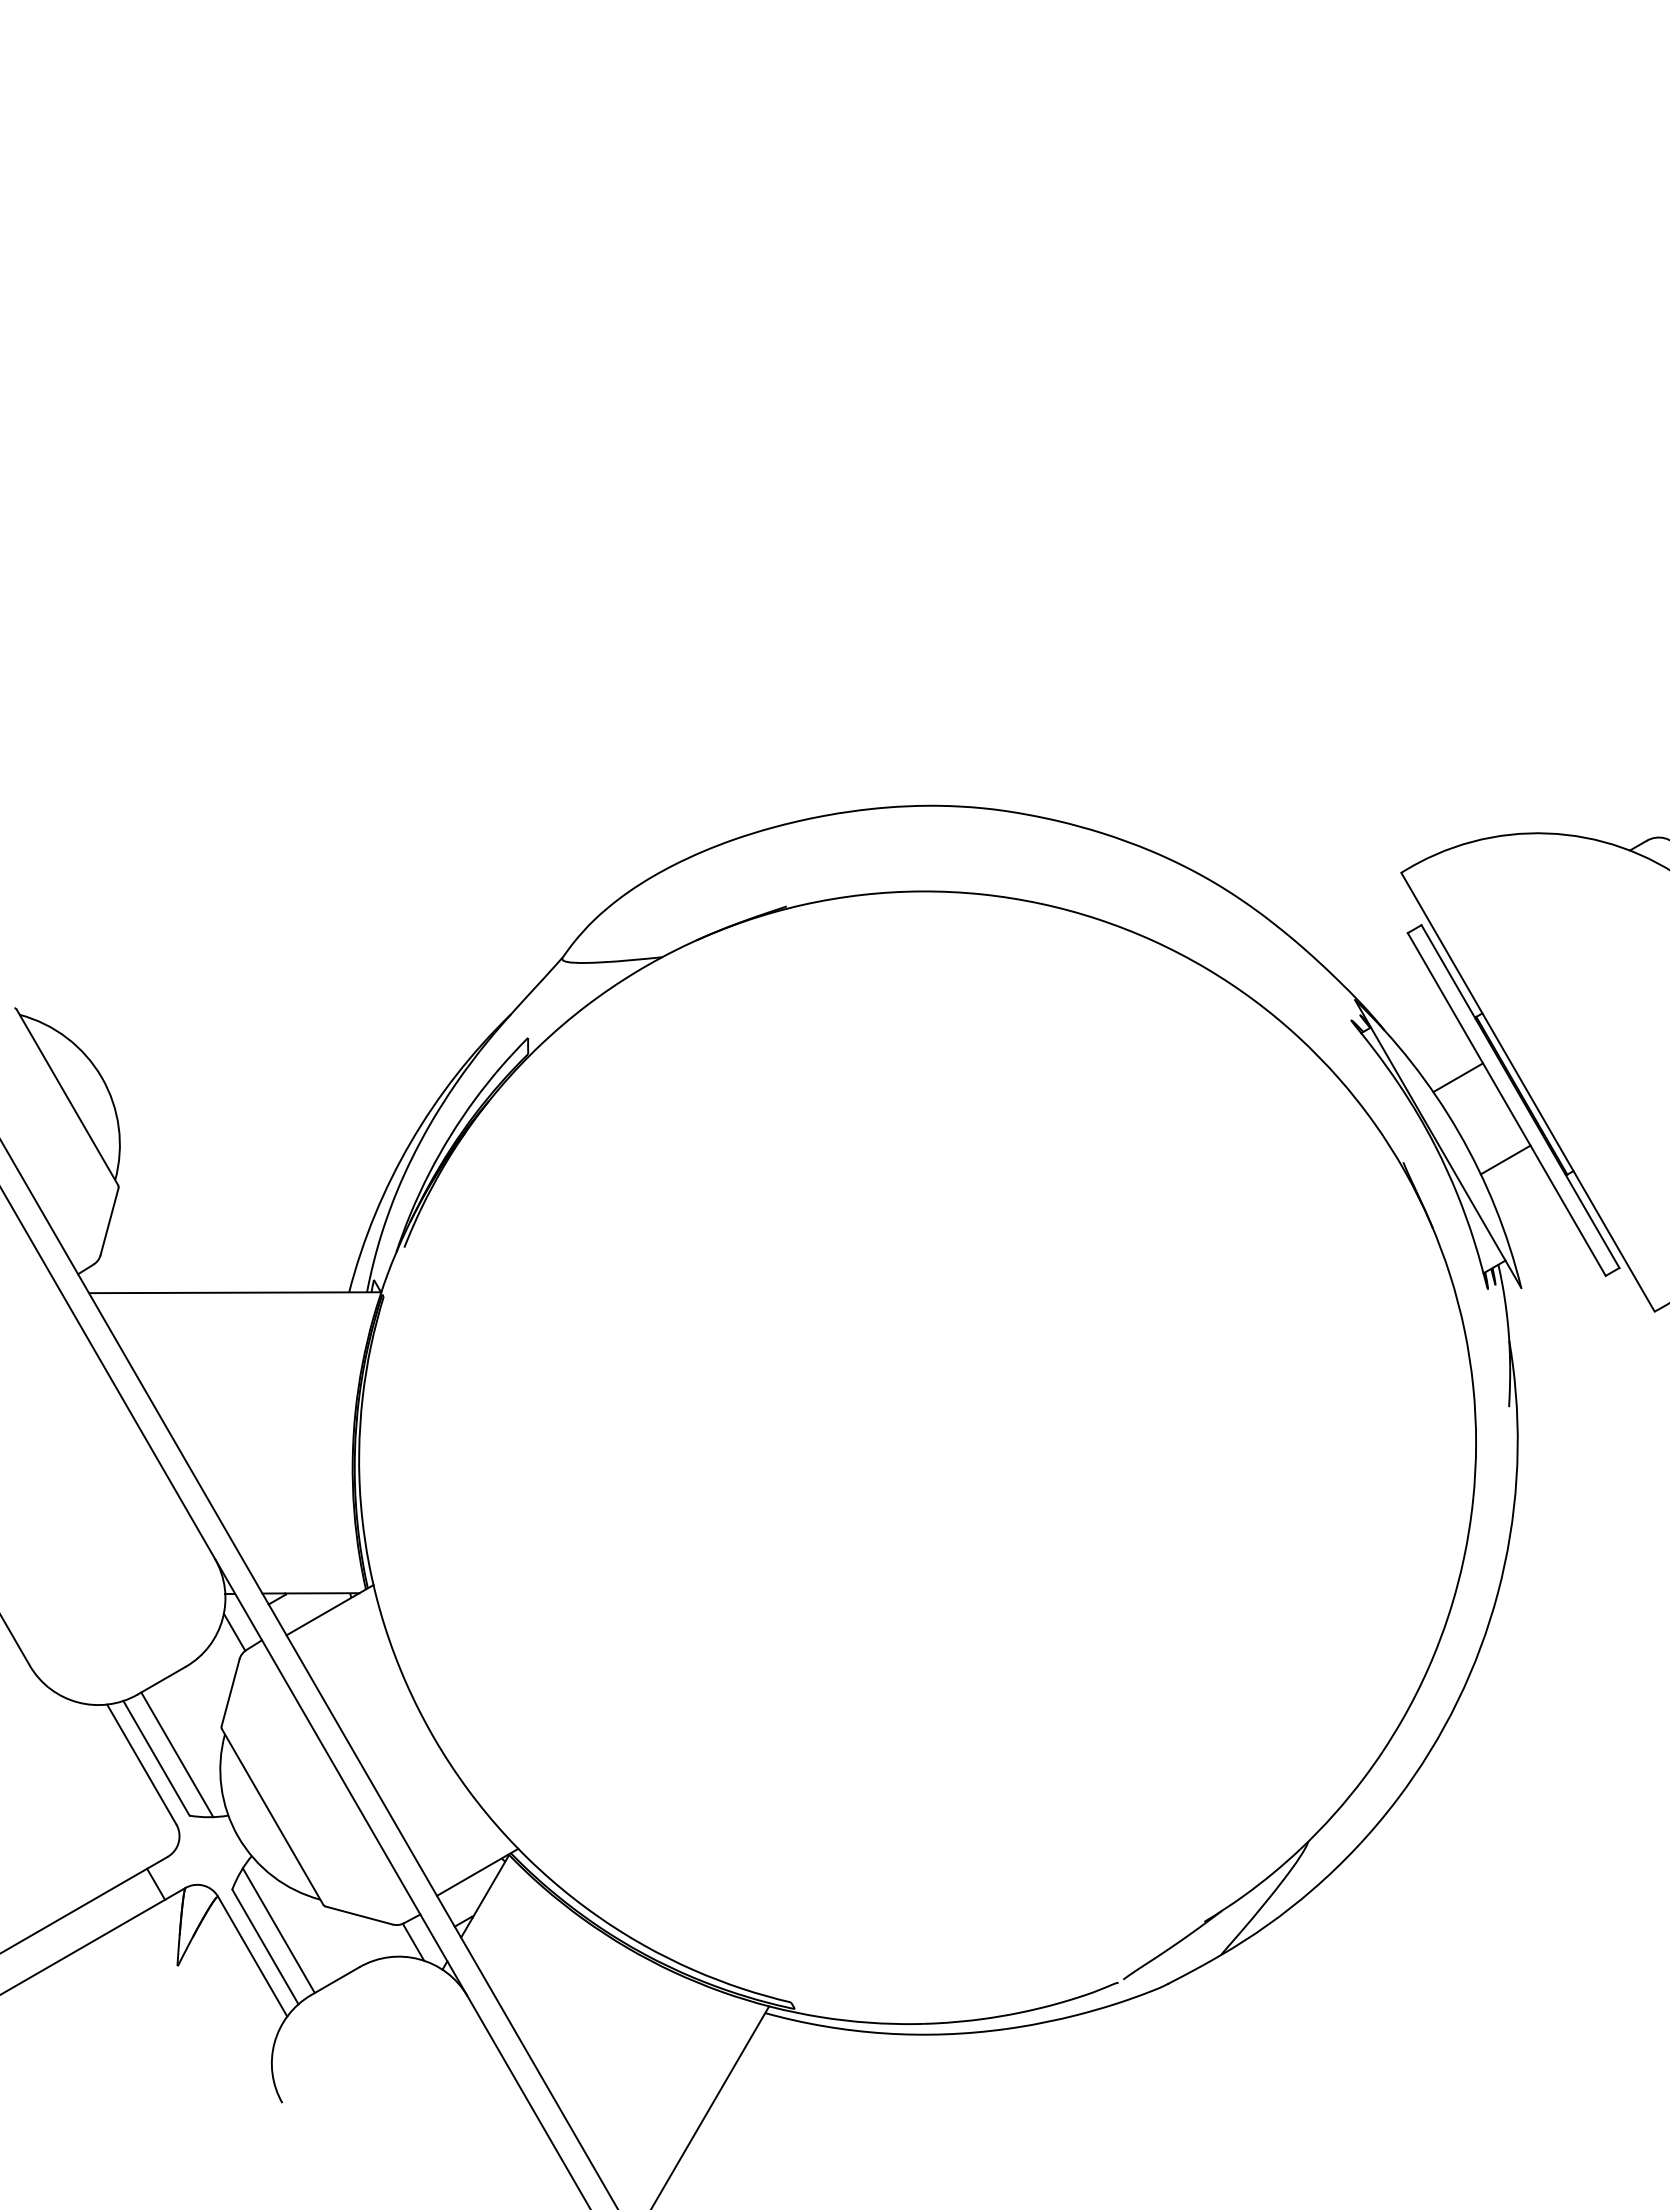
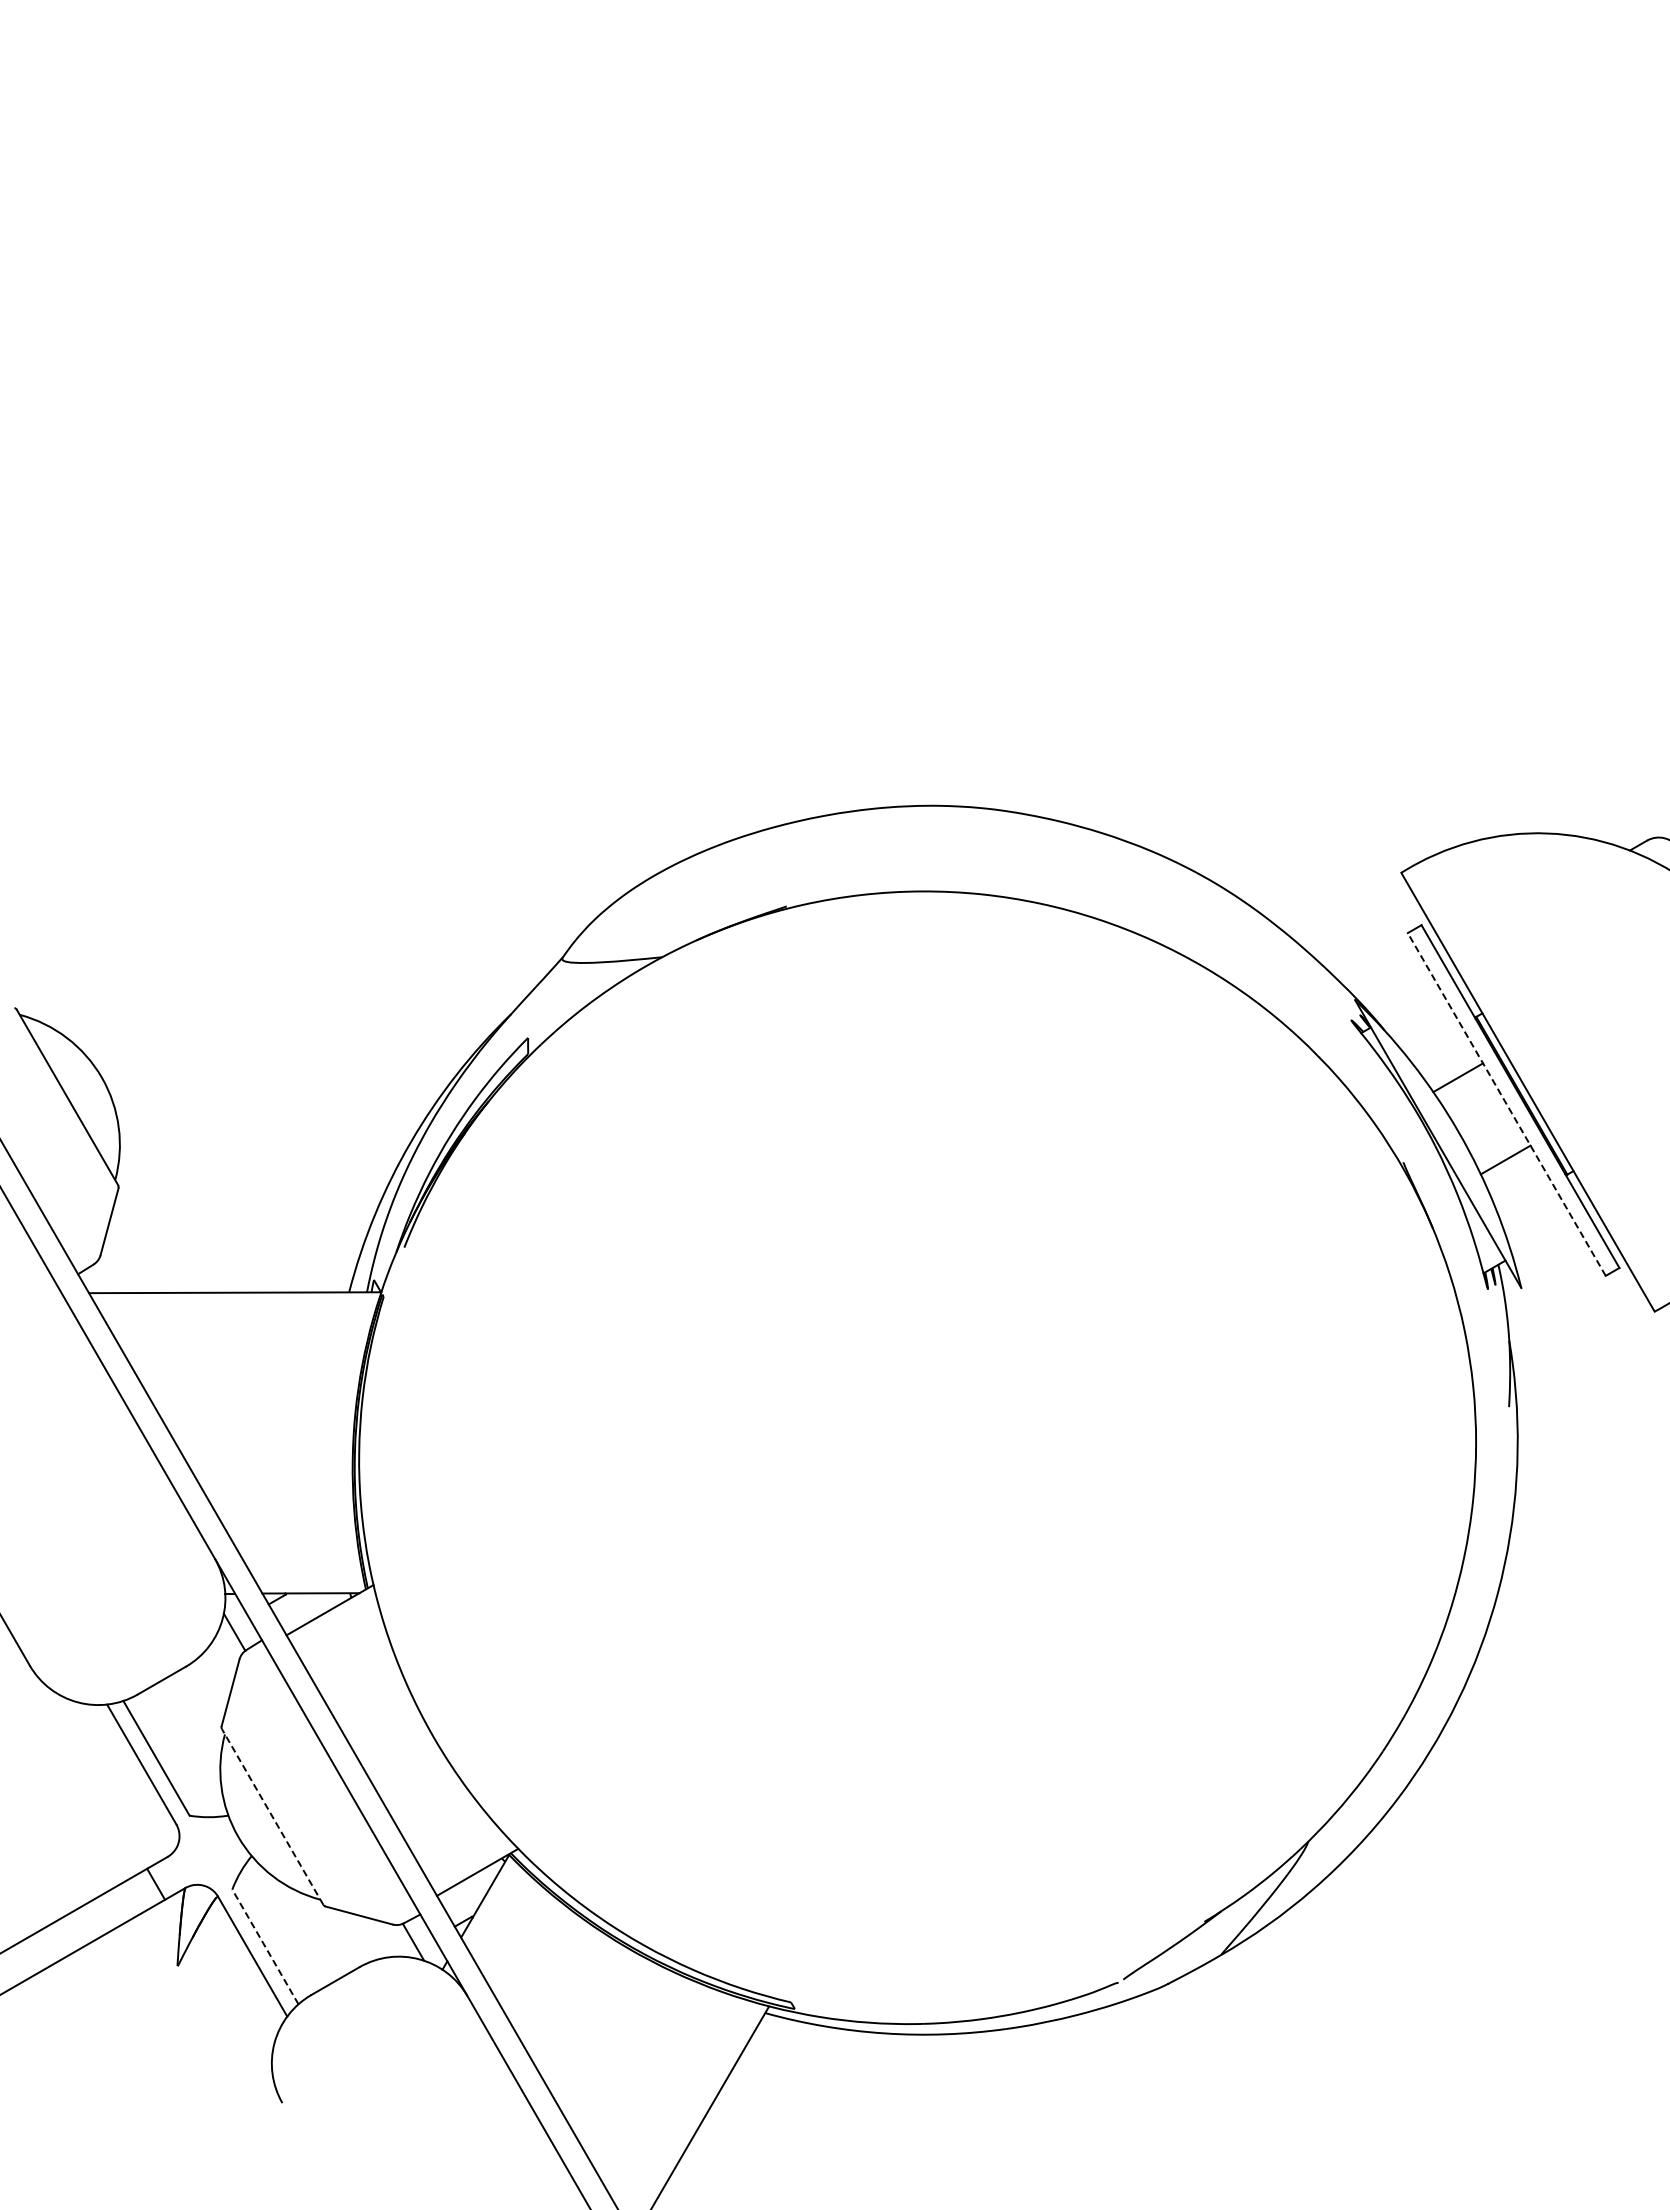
line at (1506, 1104): solid -> dashed
line at (177, 1754): present -> none
line at (272, 1816): solid -> dashed
line at (278, 1930): present -> none
line at (265, 1946): solid -> dashed
